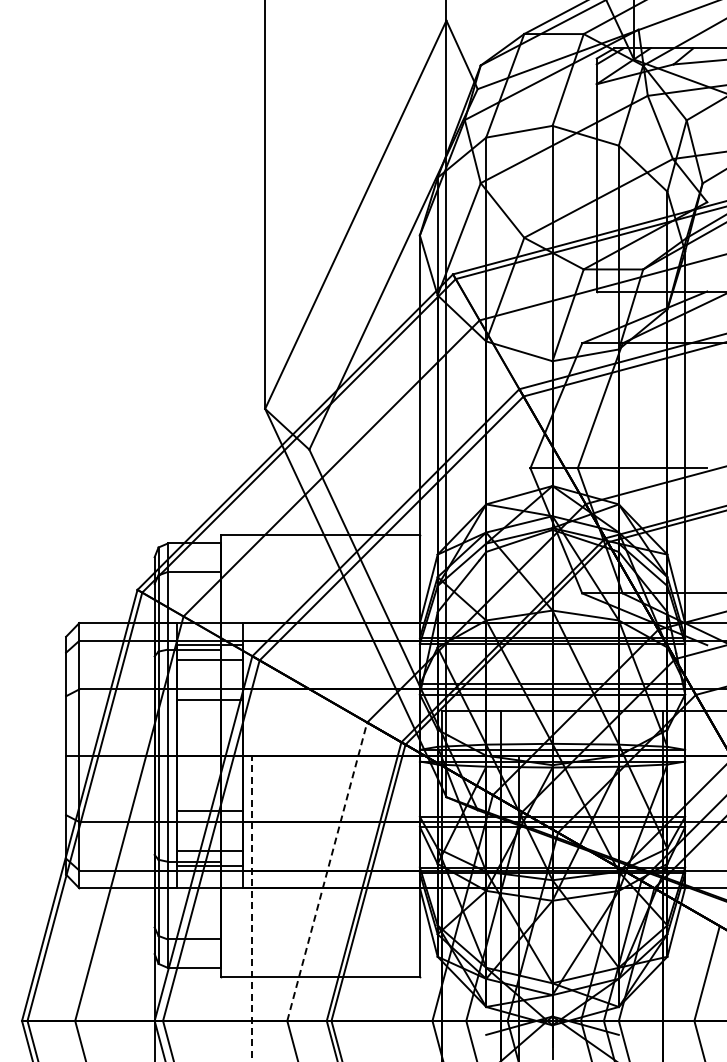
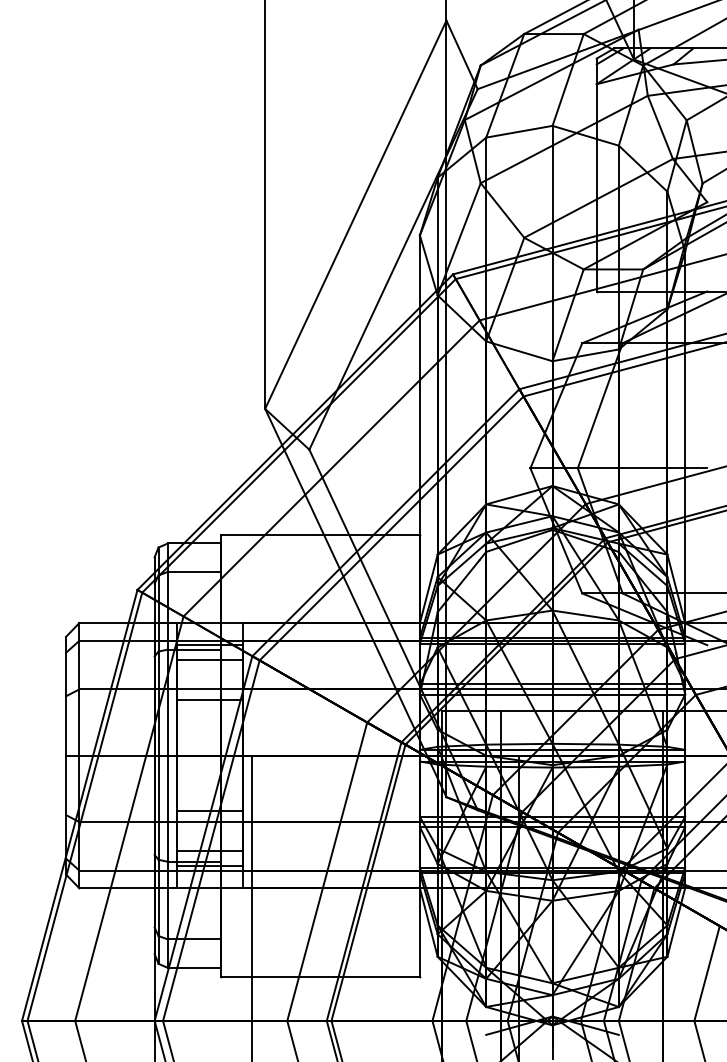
line at (327, 871): dashed -> solid
line at (252, 908): dashed -> solid
